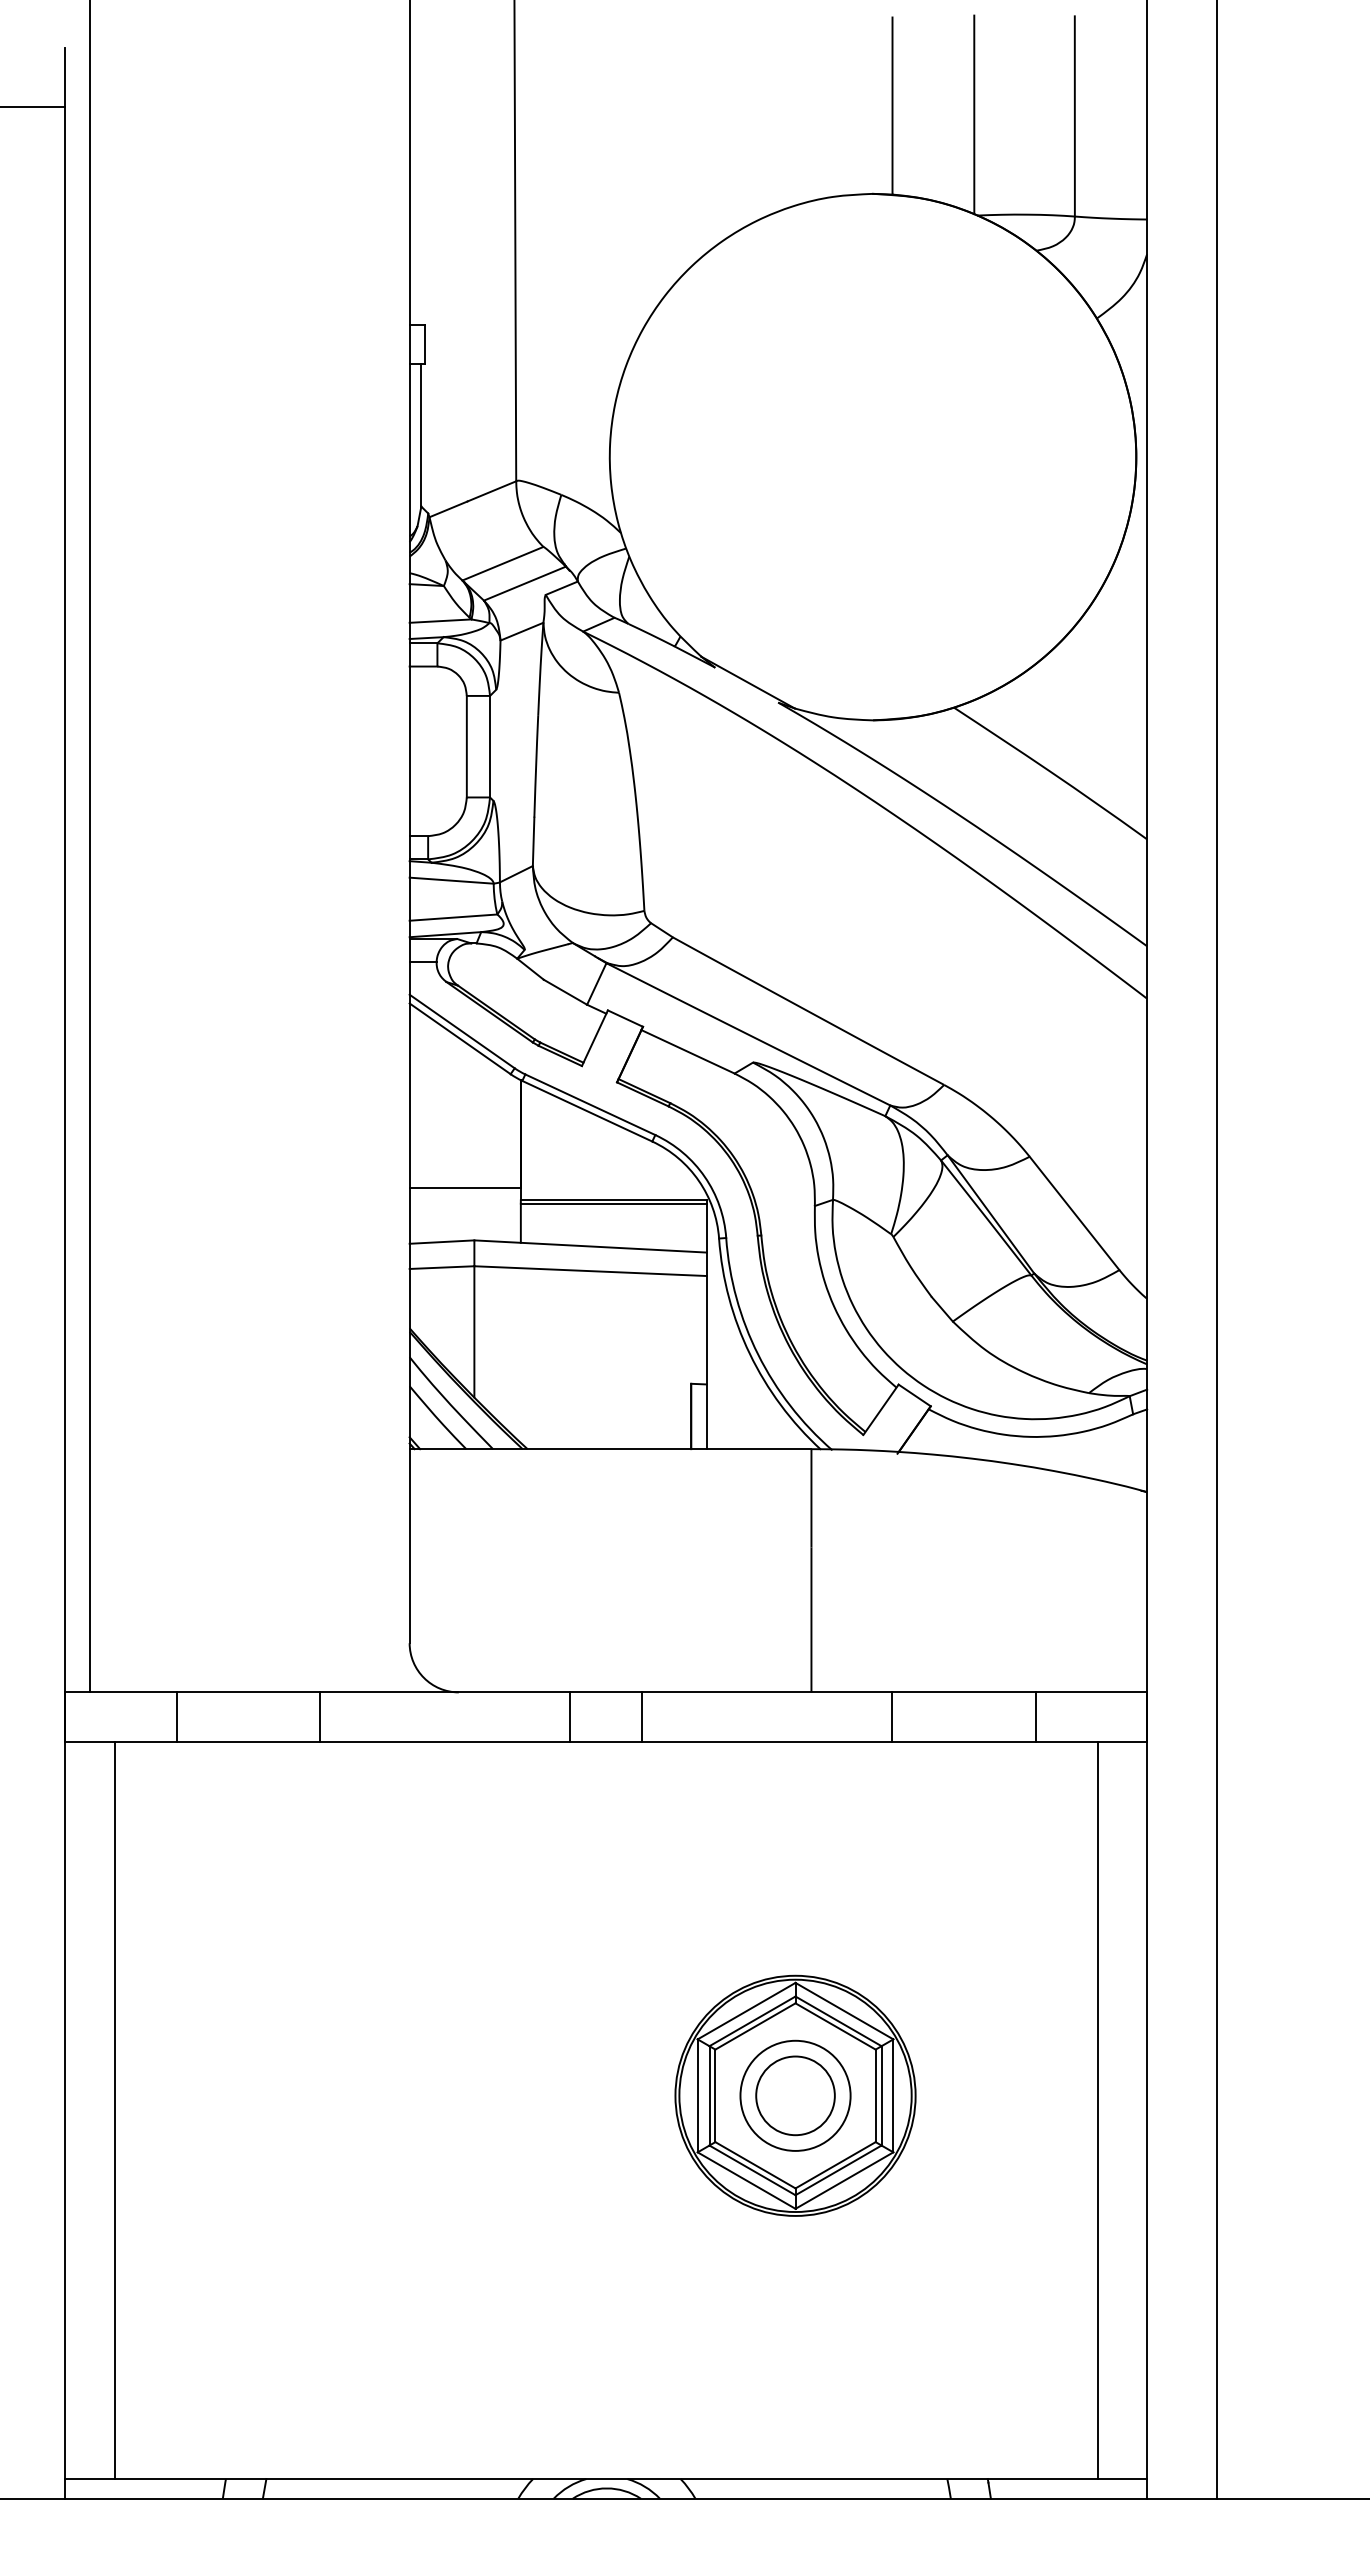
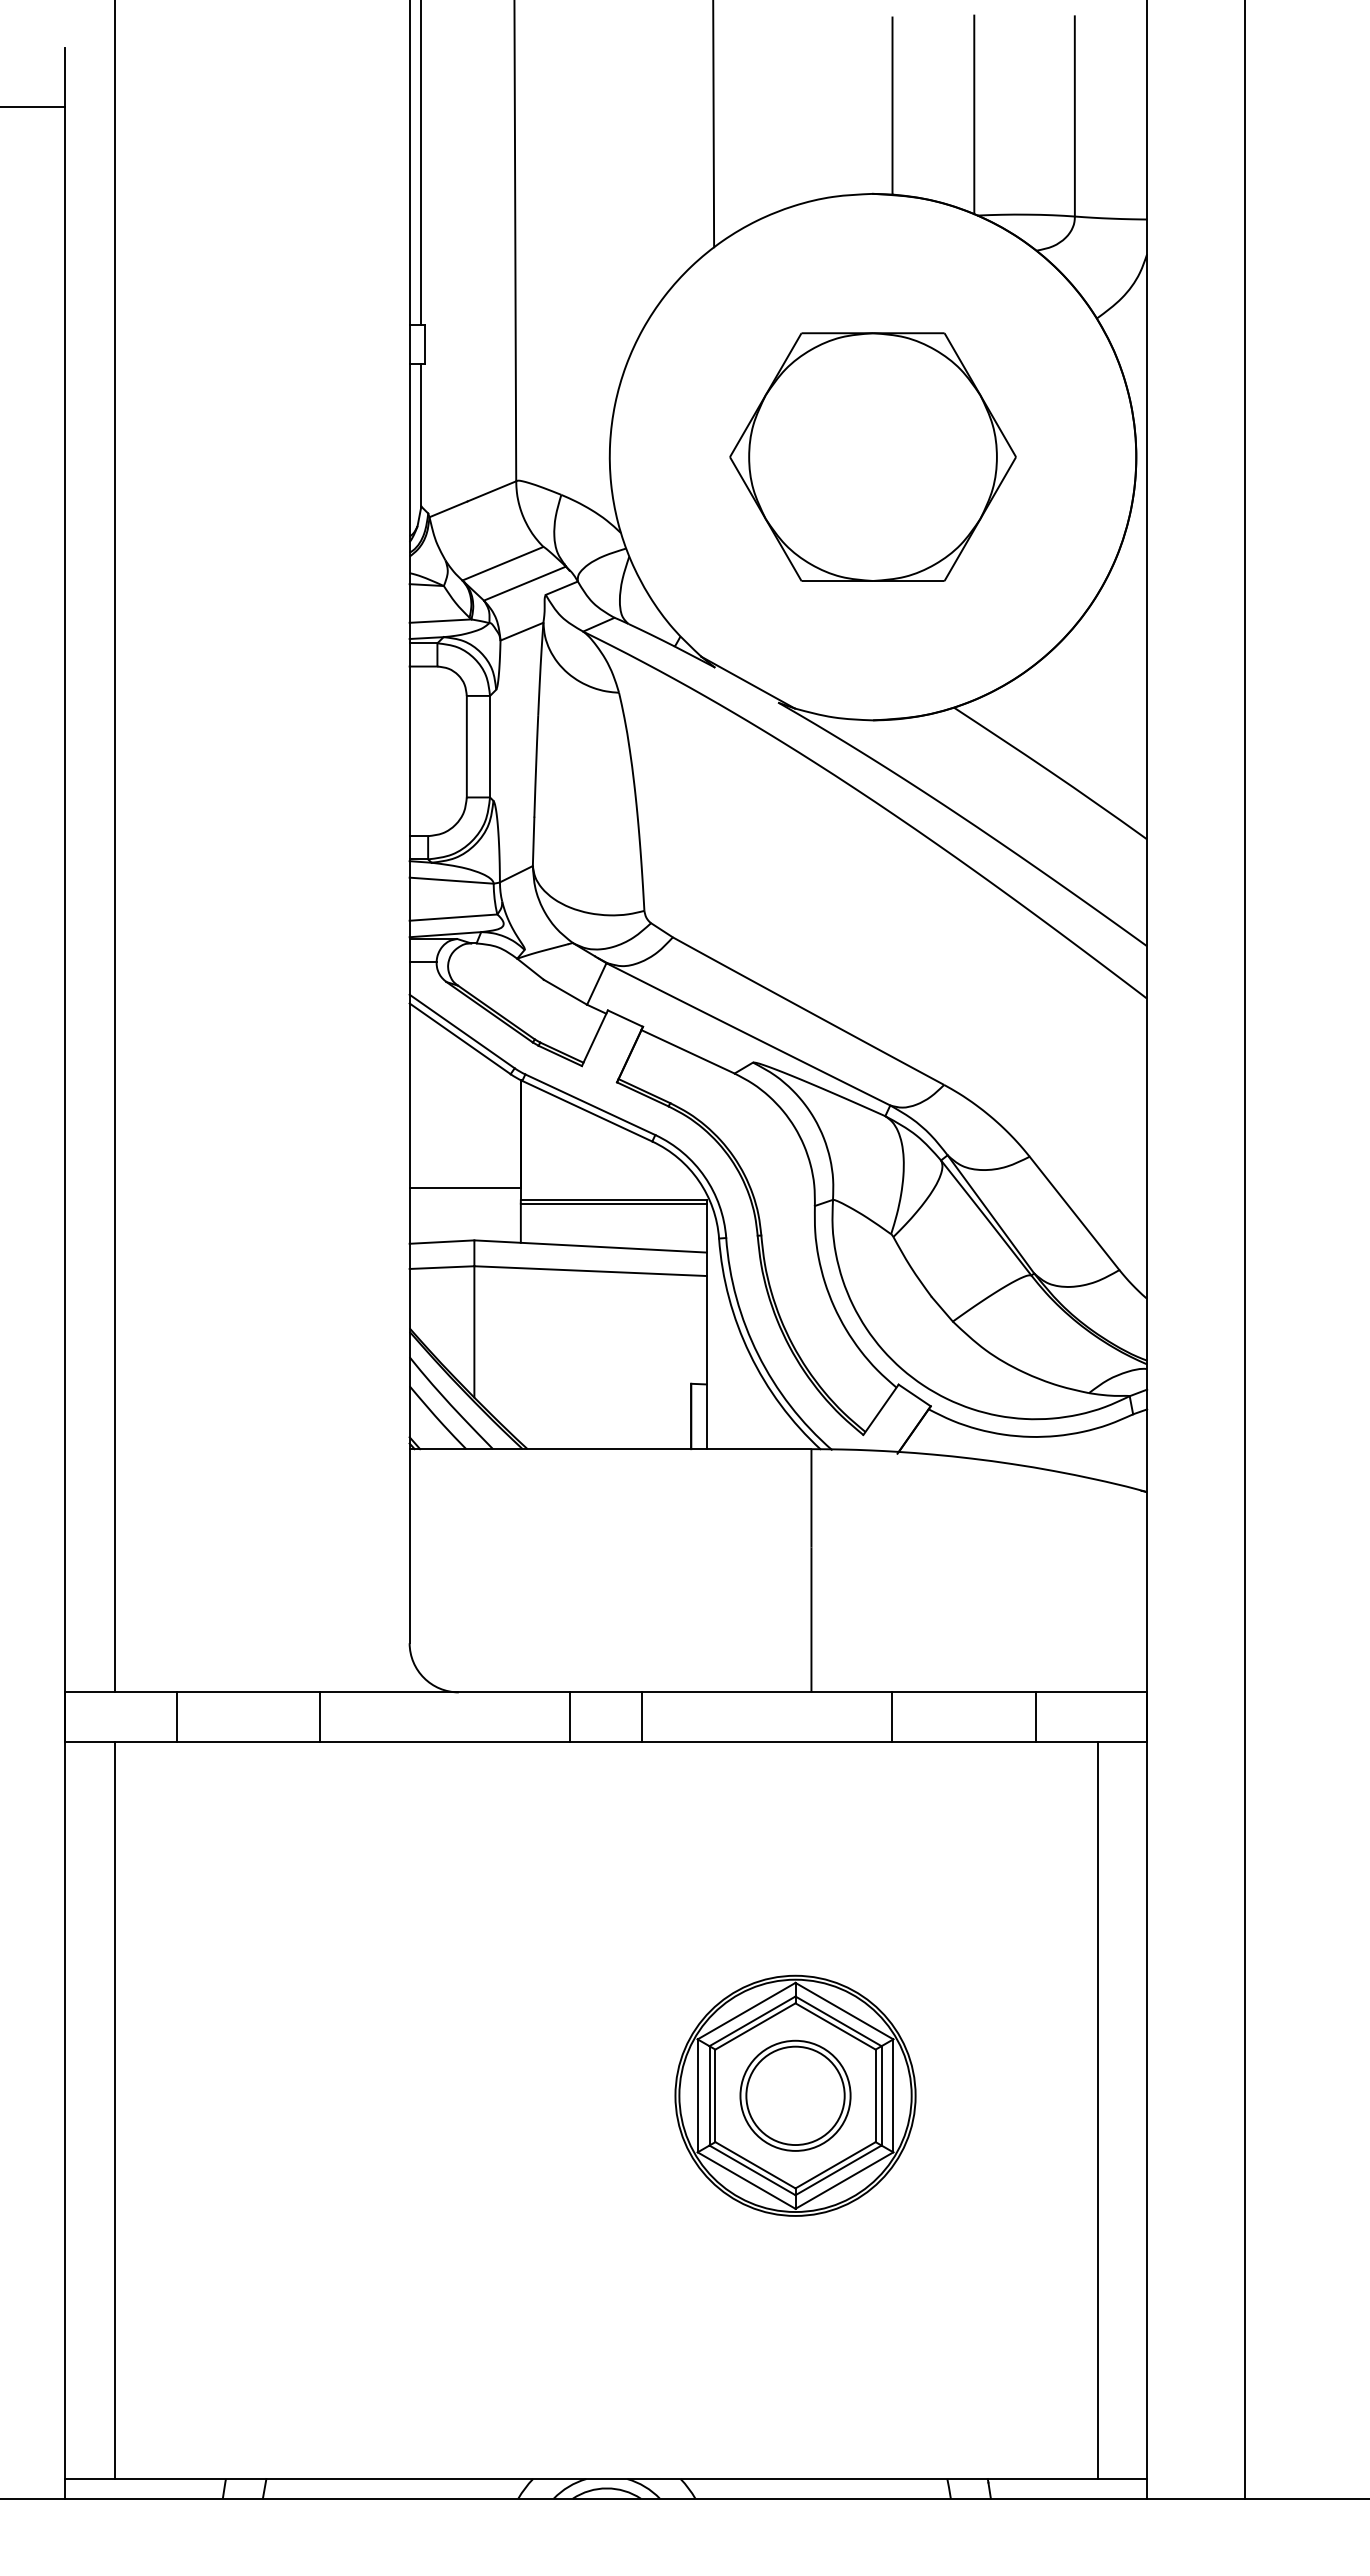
line at (713, 124): none -> present
line at (421, 163): none -> present
part at (872, 456): none -> present
line at (89, 847) position: (89, 847) -> (114, 847)
line at (1217, 1250) position: (1217, 1250) -> (1245, 1250)
circle at (795, 2095) diameter: 79 px -> 98 px
